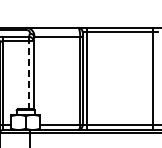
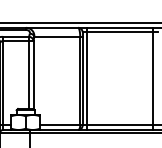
line at (80, 23): none -> present
line at (29, 73): dashed -> solid
